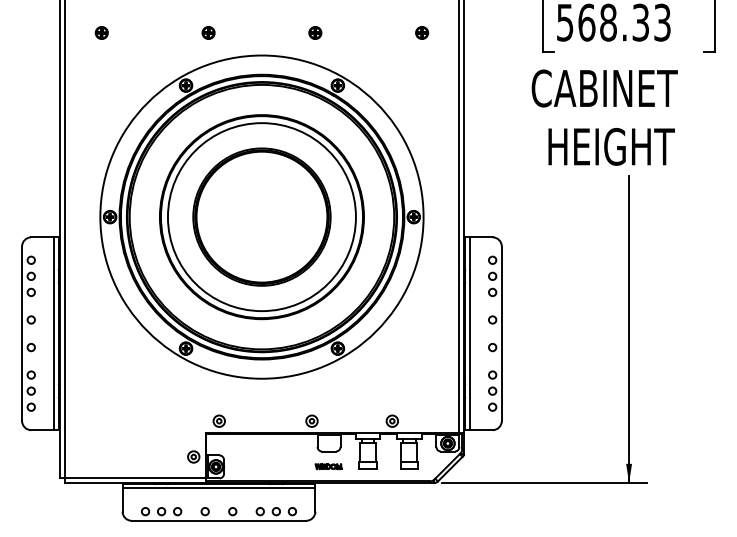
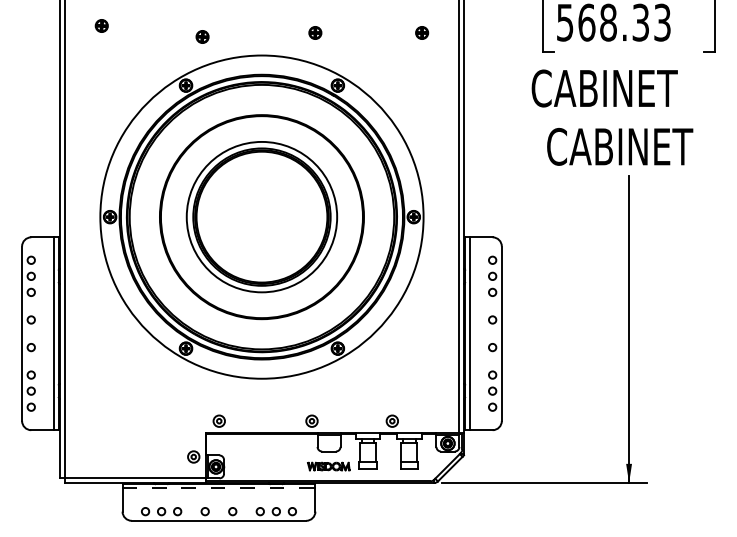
part at (101, 32) position: (101, 32) -> (101, 25)
part at (208, 32) position: (208, 32) -> (202, 36)
text at (620, 146): HEIGHT -> CABINET
circle at (261, 217) diameter: 188 px -> 150 px
part at (328, 466) size: 29x8 px -> 44x11 px
line at (219, 488): solid -> dashed
